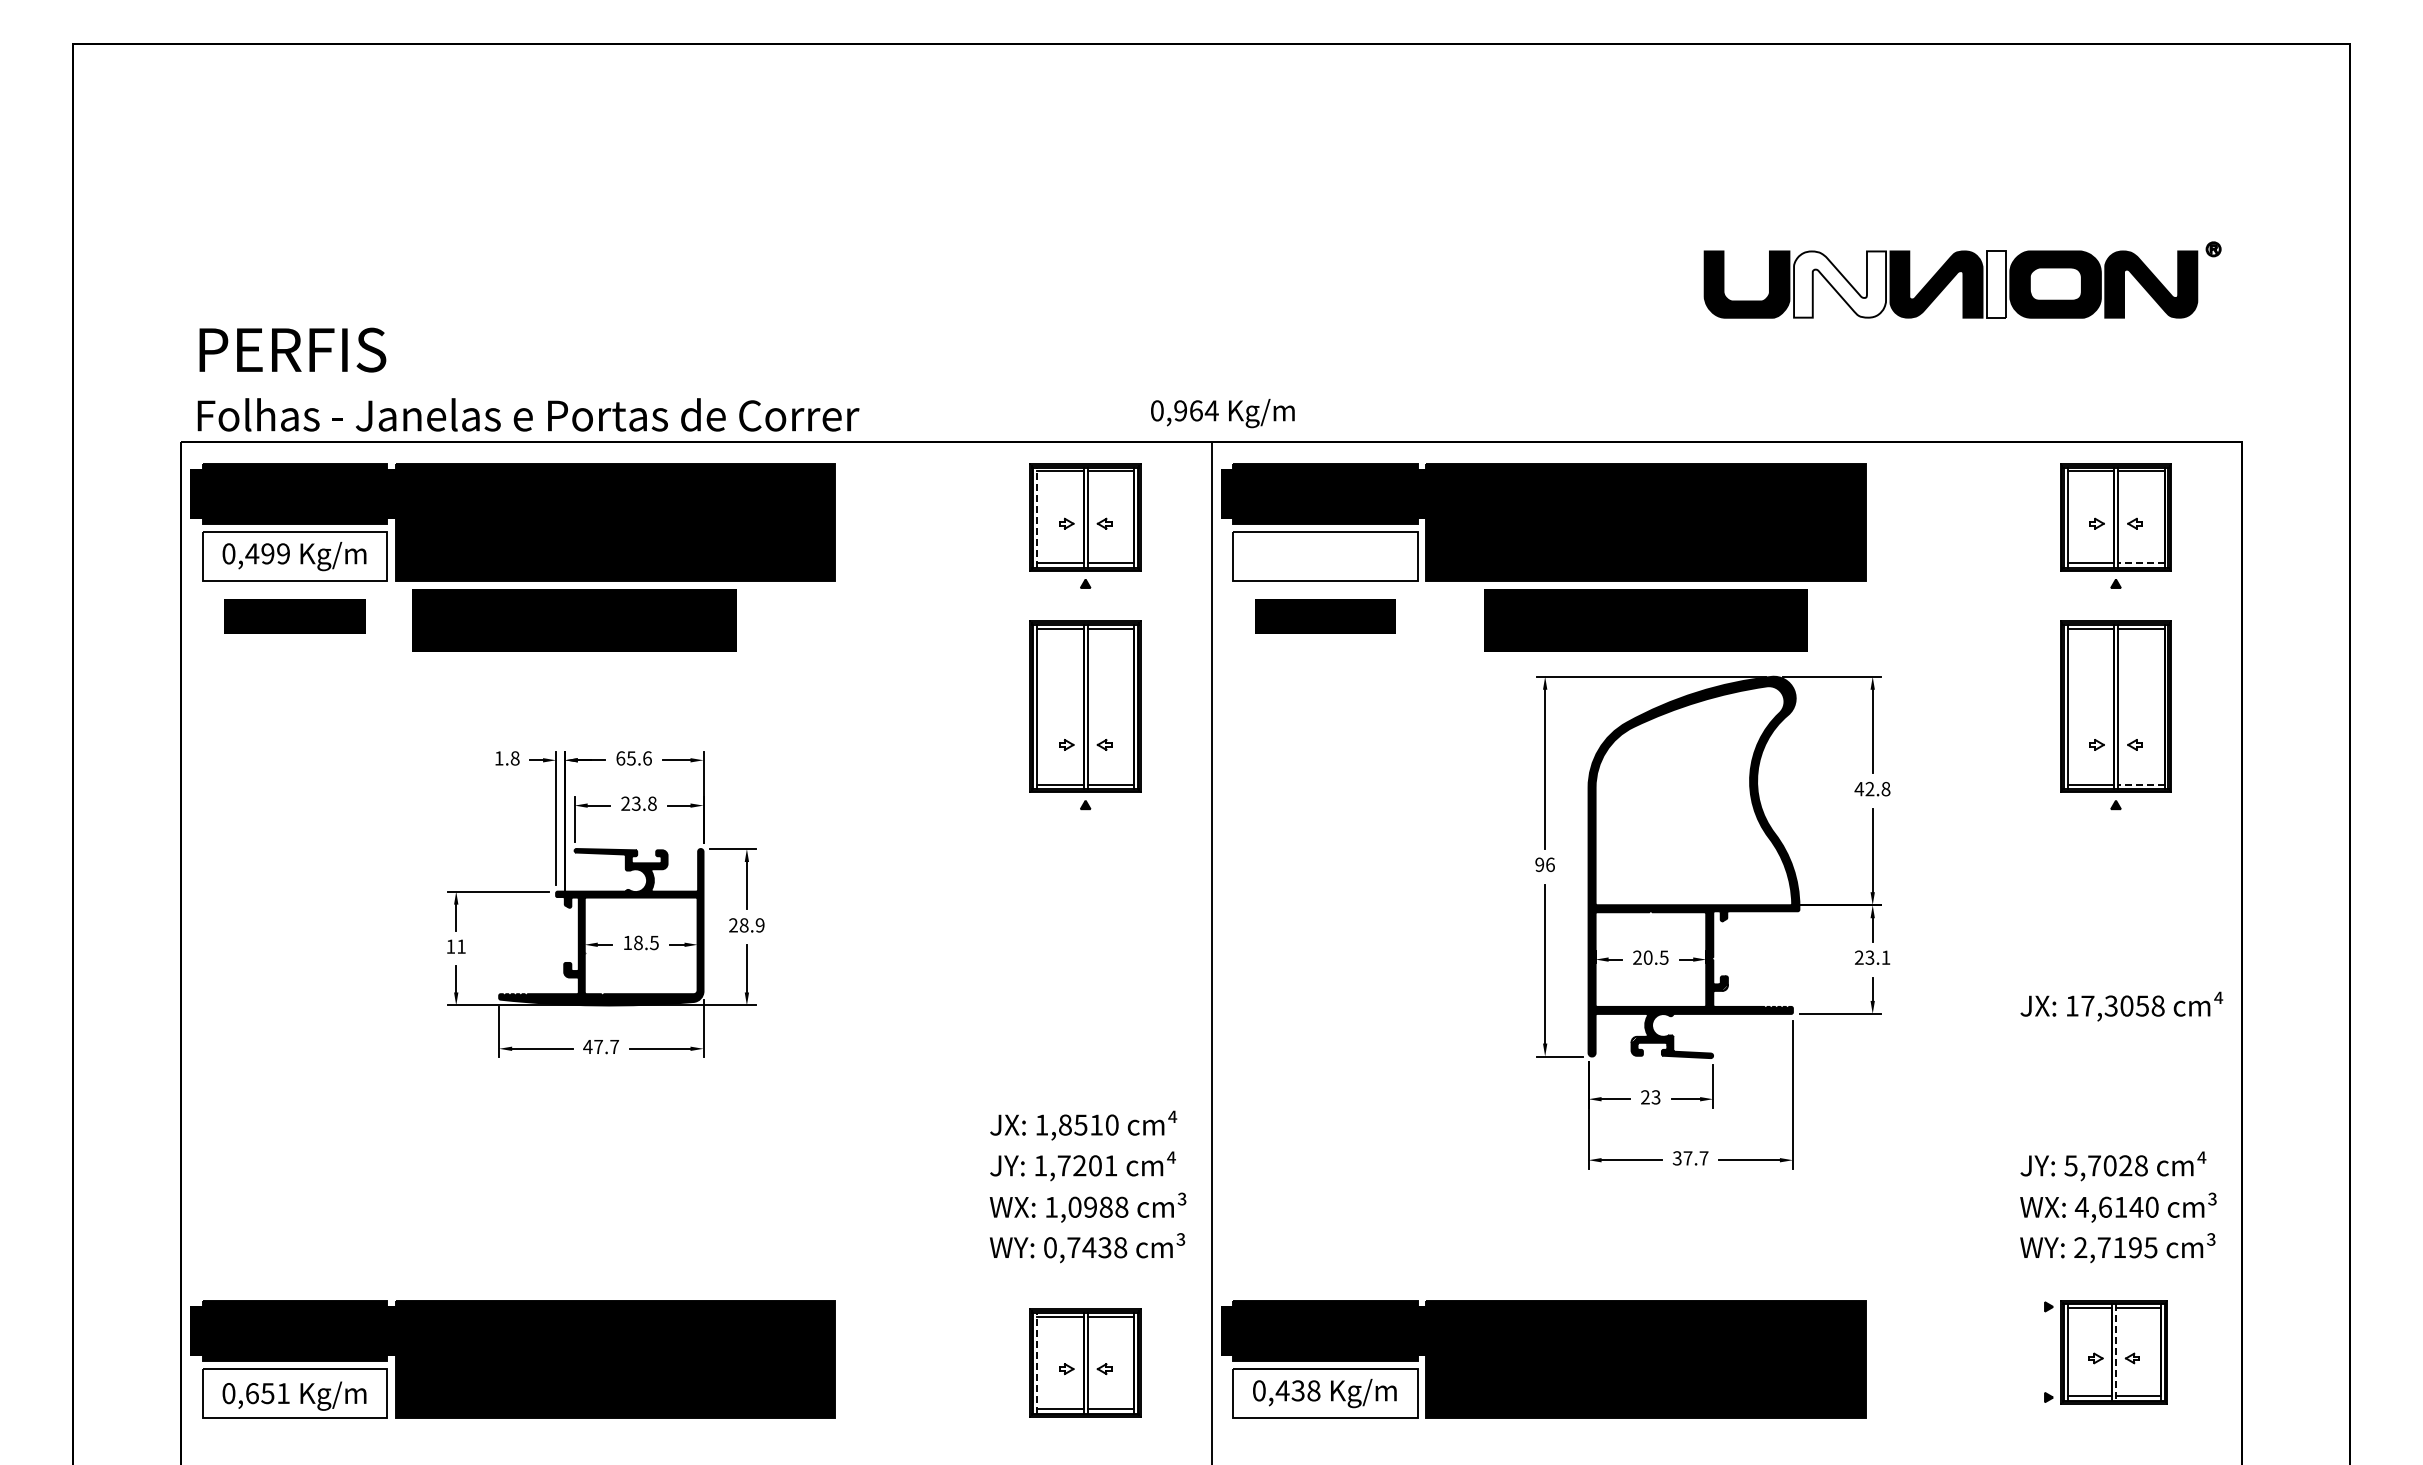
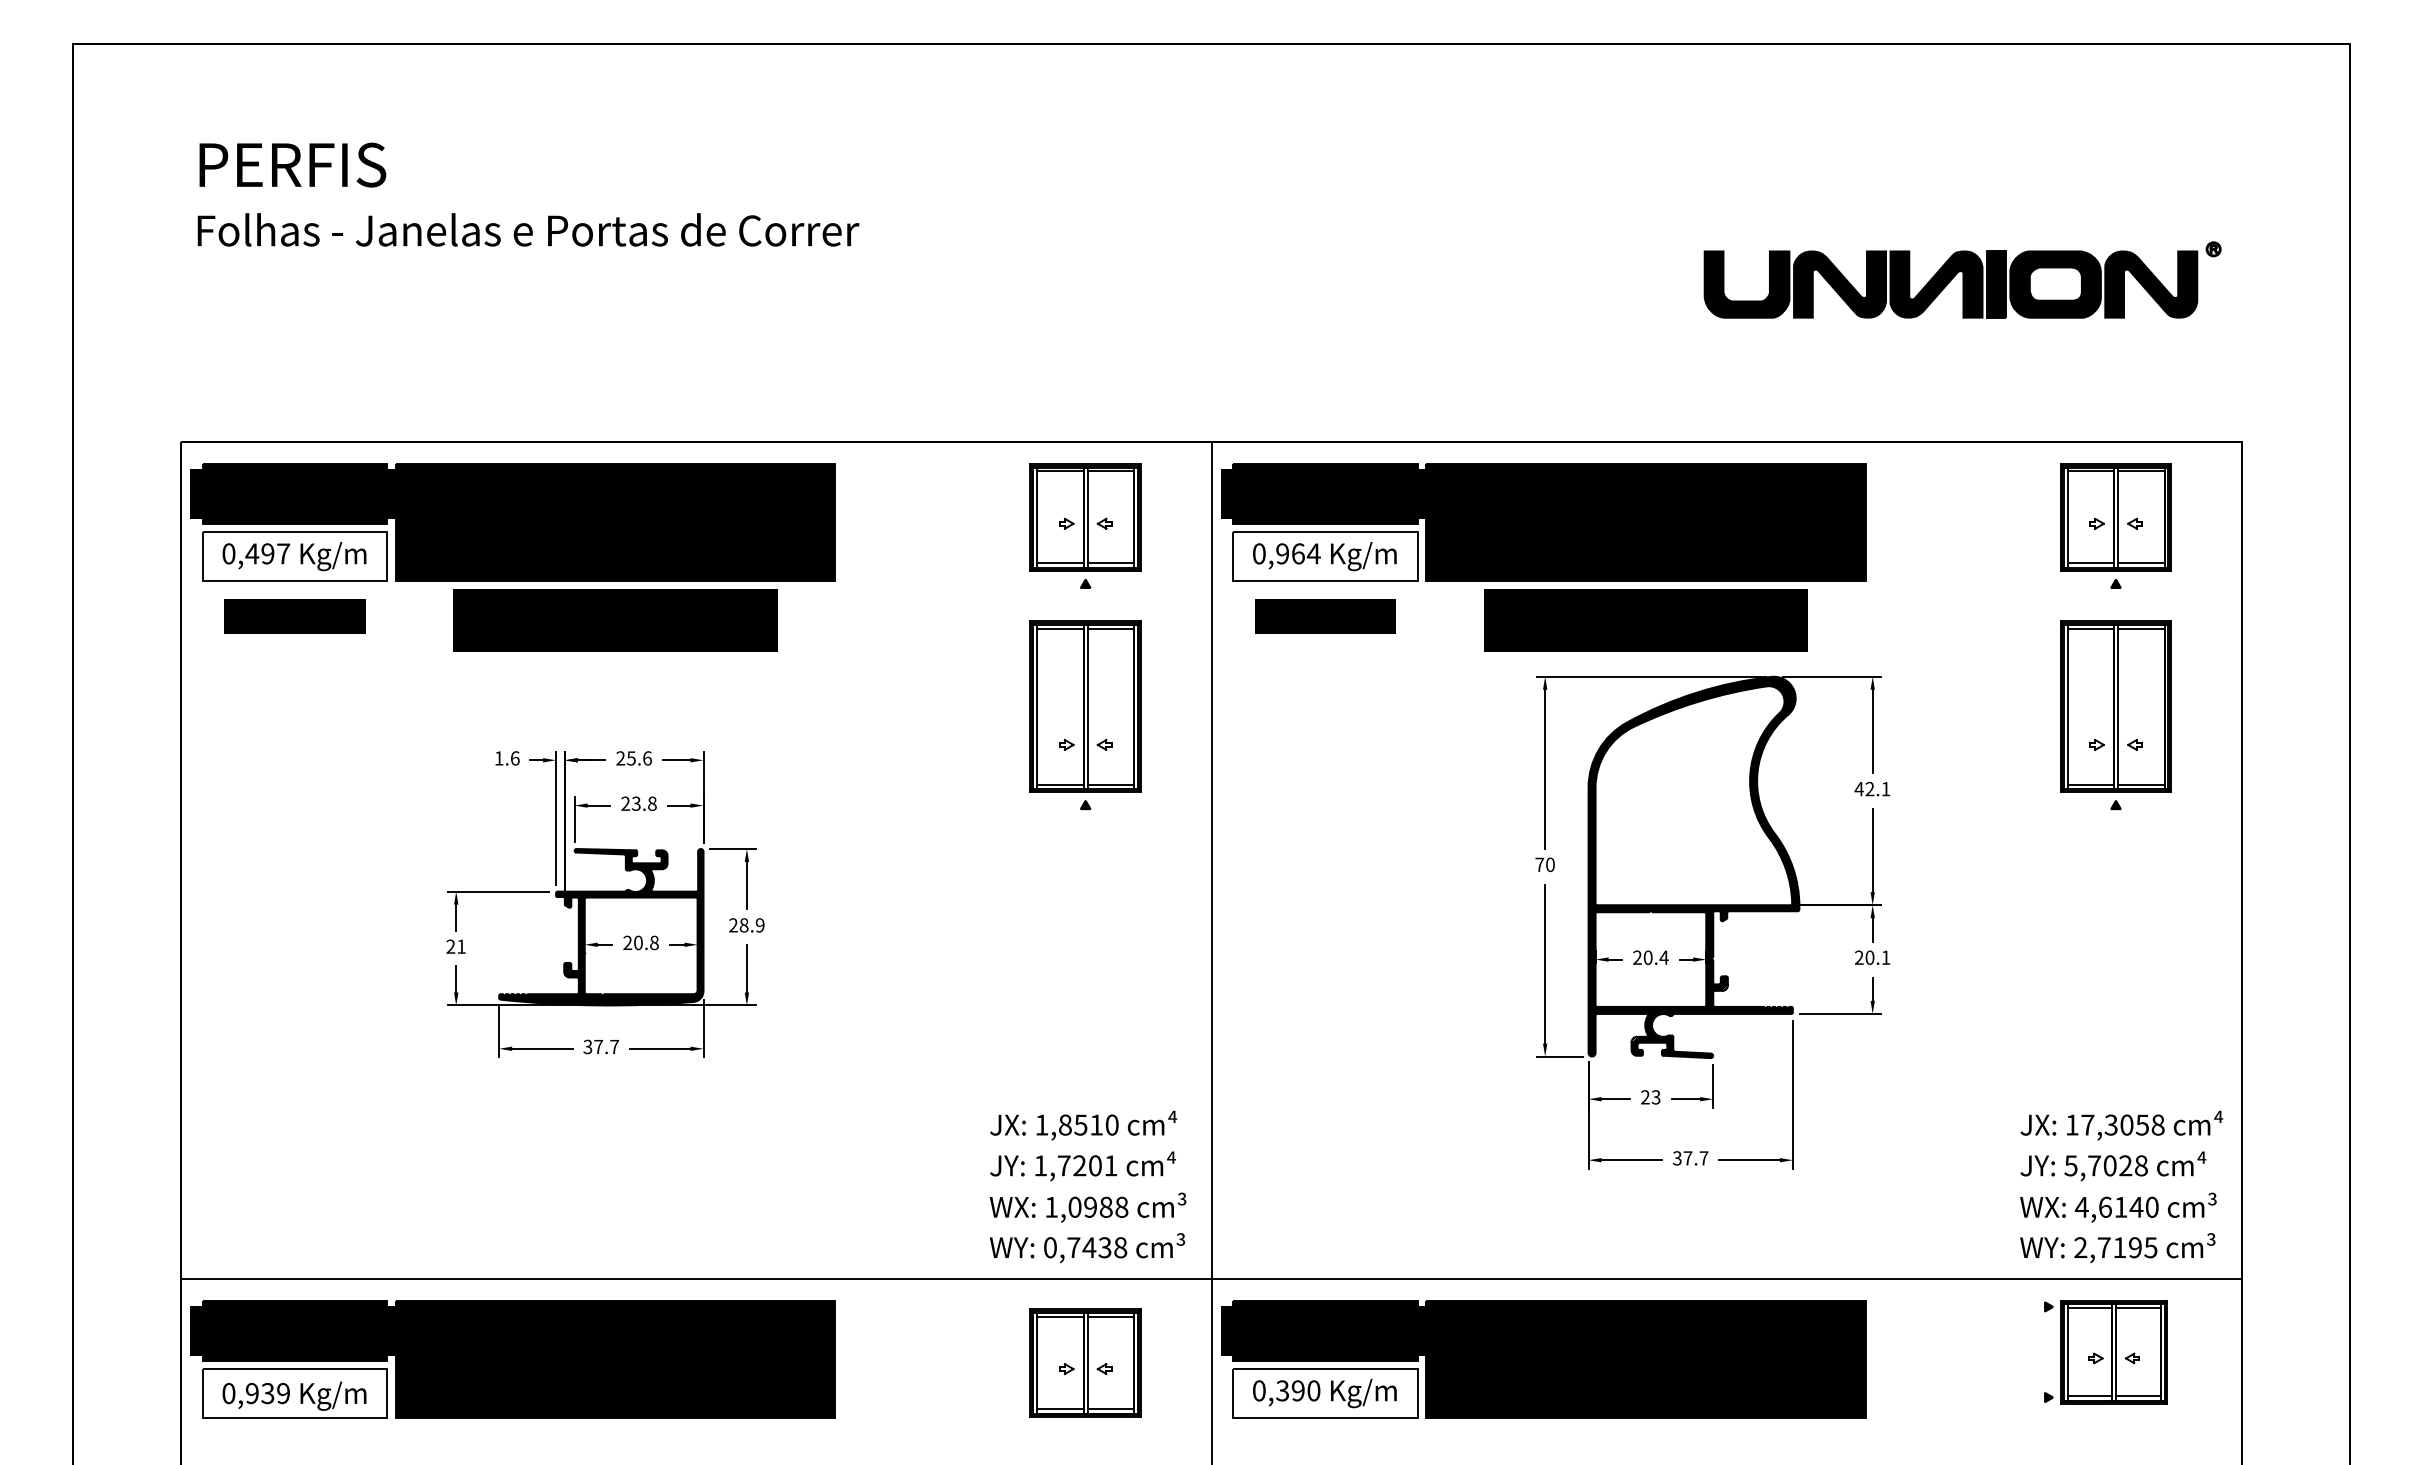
fill at (1840, 284): none -> present
fill at (1996, 284): none -> present
text at (528, 379) position: (528, 379) -> (528, 194)
text at (1222, 413) position: (1222, 413) -> (1324, 556)
line at (1037, 517): dashed -> solid
text at (283, 553): 0,499 -> 0,497
line at (2140, 563): dashed -> solid
text at (574, 620) position: (574, 620) -> (615, 620)
text at (514, 758): 1.8 -> 1.6
text at (620, 758): 65.6 -> 25.6
line at (2140, 784): dashed -> solid
text at (1885, 789): 42.8 -> 42.1
text at (1544, 864): 96 -> 70
text at (640, 942): 18.5 -> 20.8
text at (450, 946): 11 -> 21
text at (1663, 957): 20.5 -> 20.4
text at (1869, 957): 23.1 -> 20.1
text at (2121, 1006) position: (2121, 1006) -> (2121, 1125)
text at (587, 1046): 47.7 -> 37.7
line at (1211, 1279): none -> present
line at (2116, 1353): dashed -> solid
line at (1037, 1362): dashed -> solid
text at (1297, 1390): 0,438 -> 0,390
text at (267, 1393): 0,651 -> 0,939
